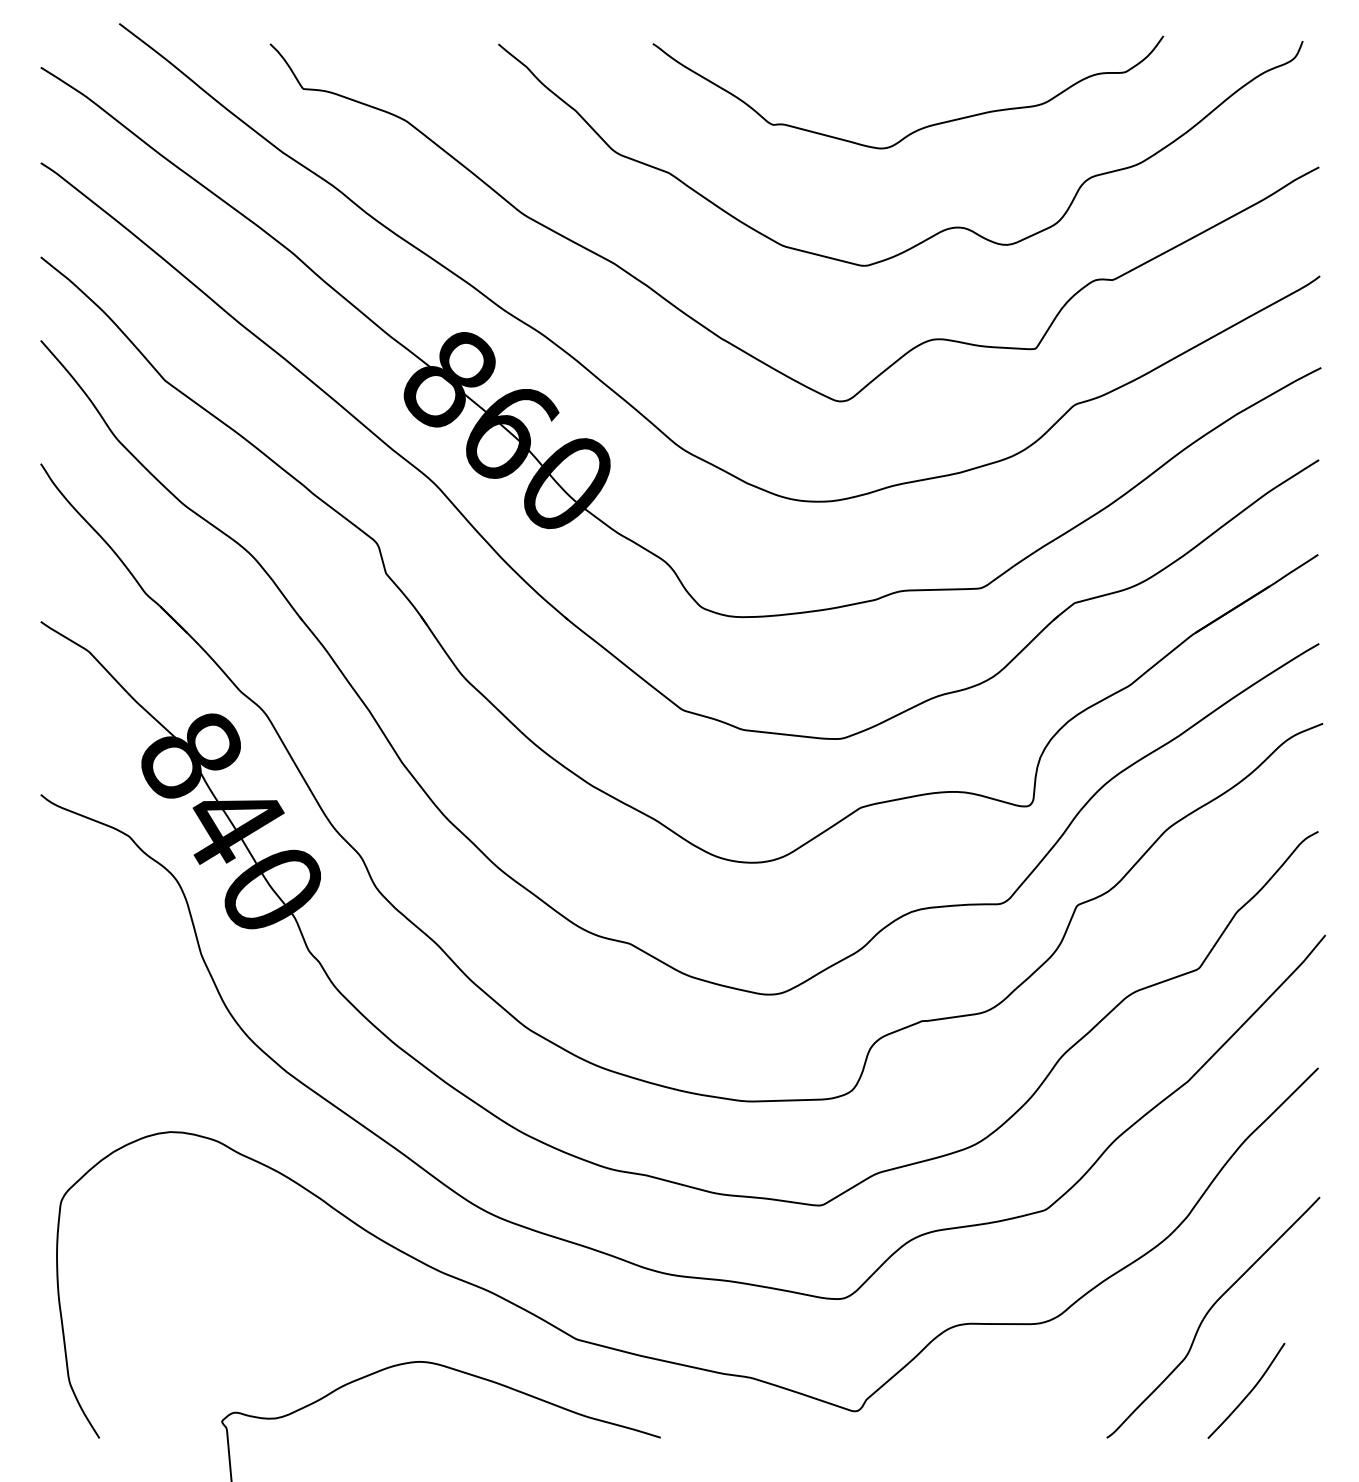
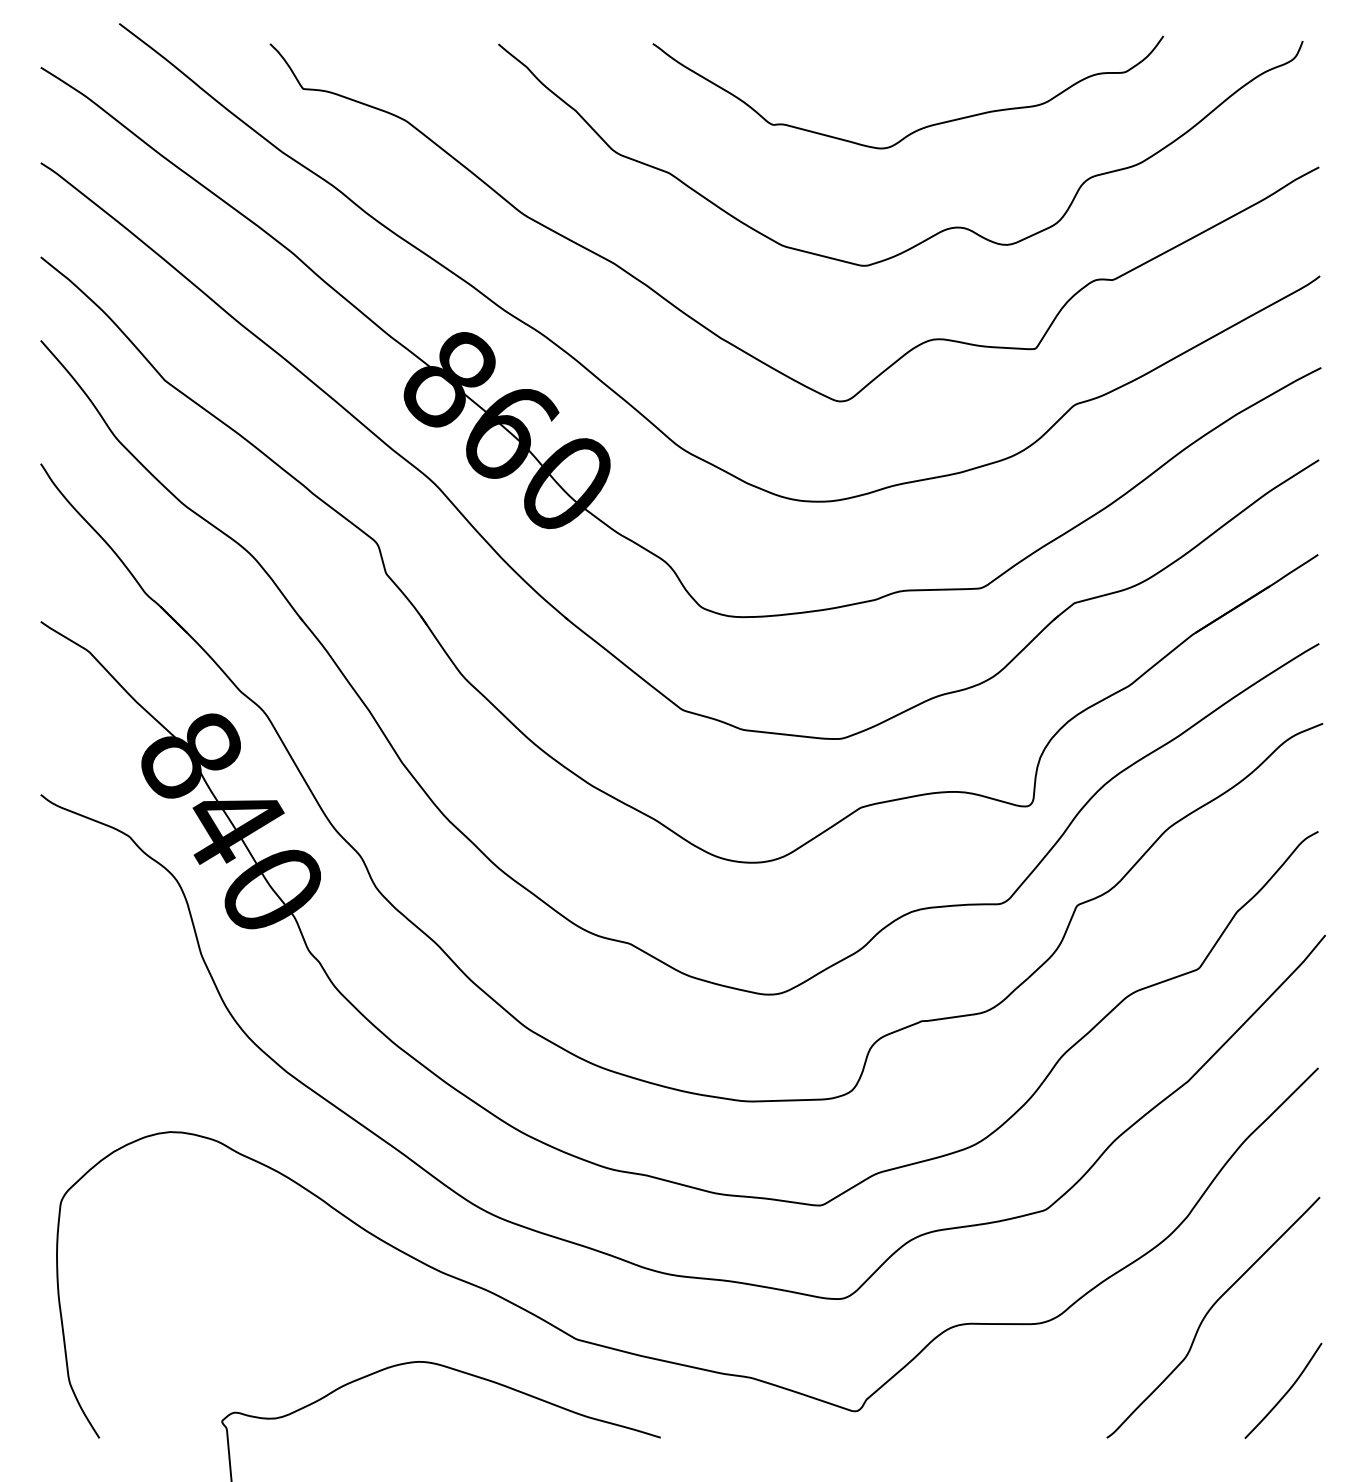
curve at (1248, 1392) position: (1248, 1392) -> (1285, 1392)
